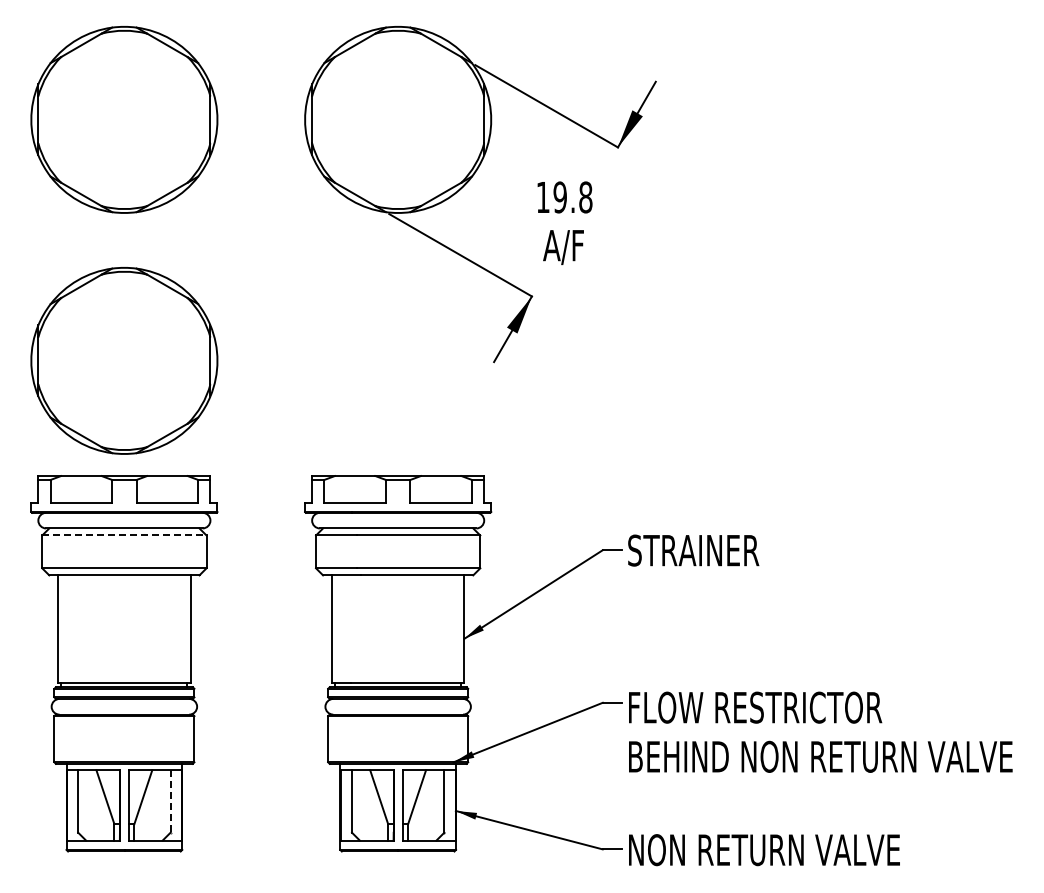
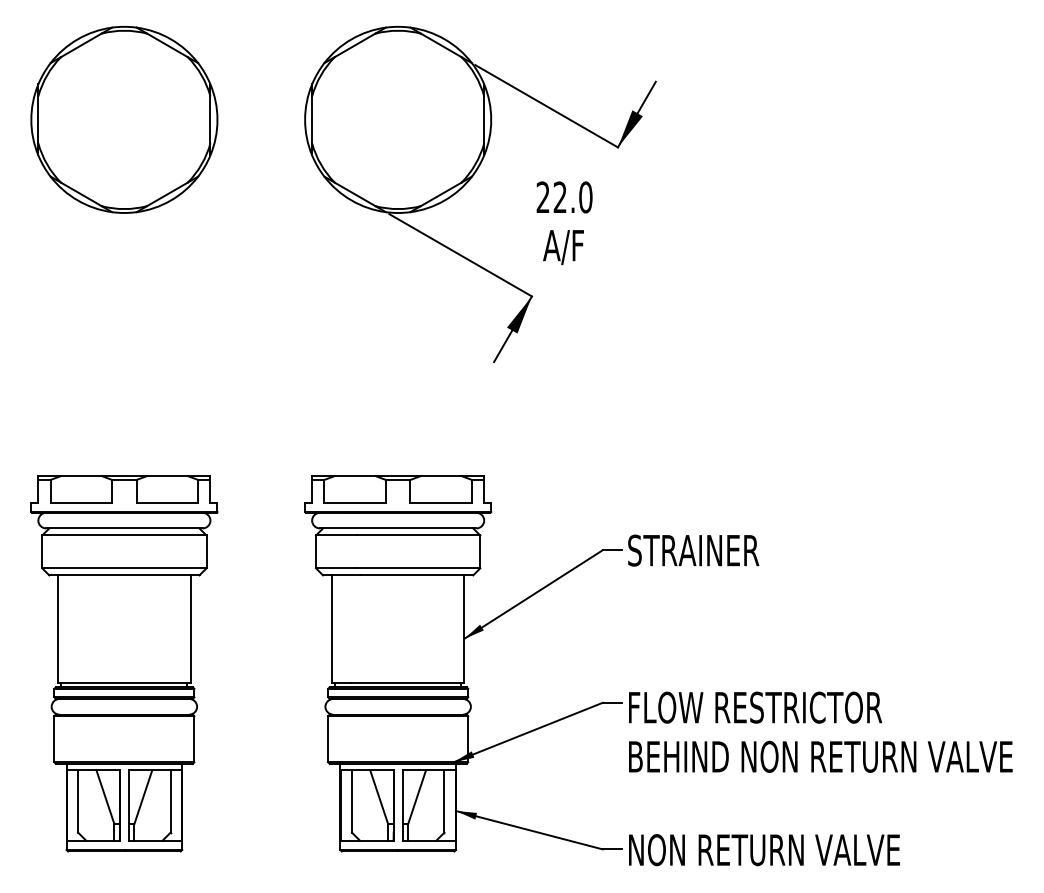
text at (564, 197): 19.8 -> 22.0
part at (124, 360): present -> none
line at (124, 535): dashed -> solid
line at (170, 801): dashed -> solid
